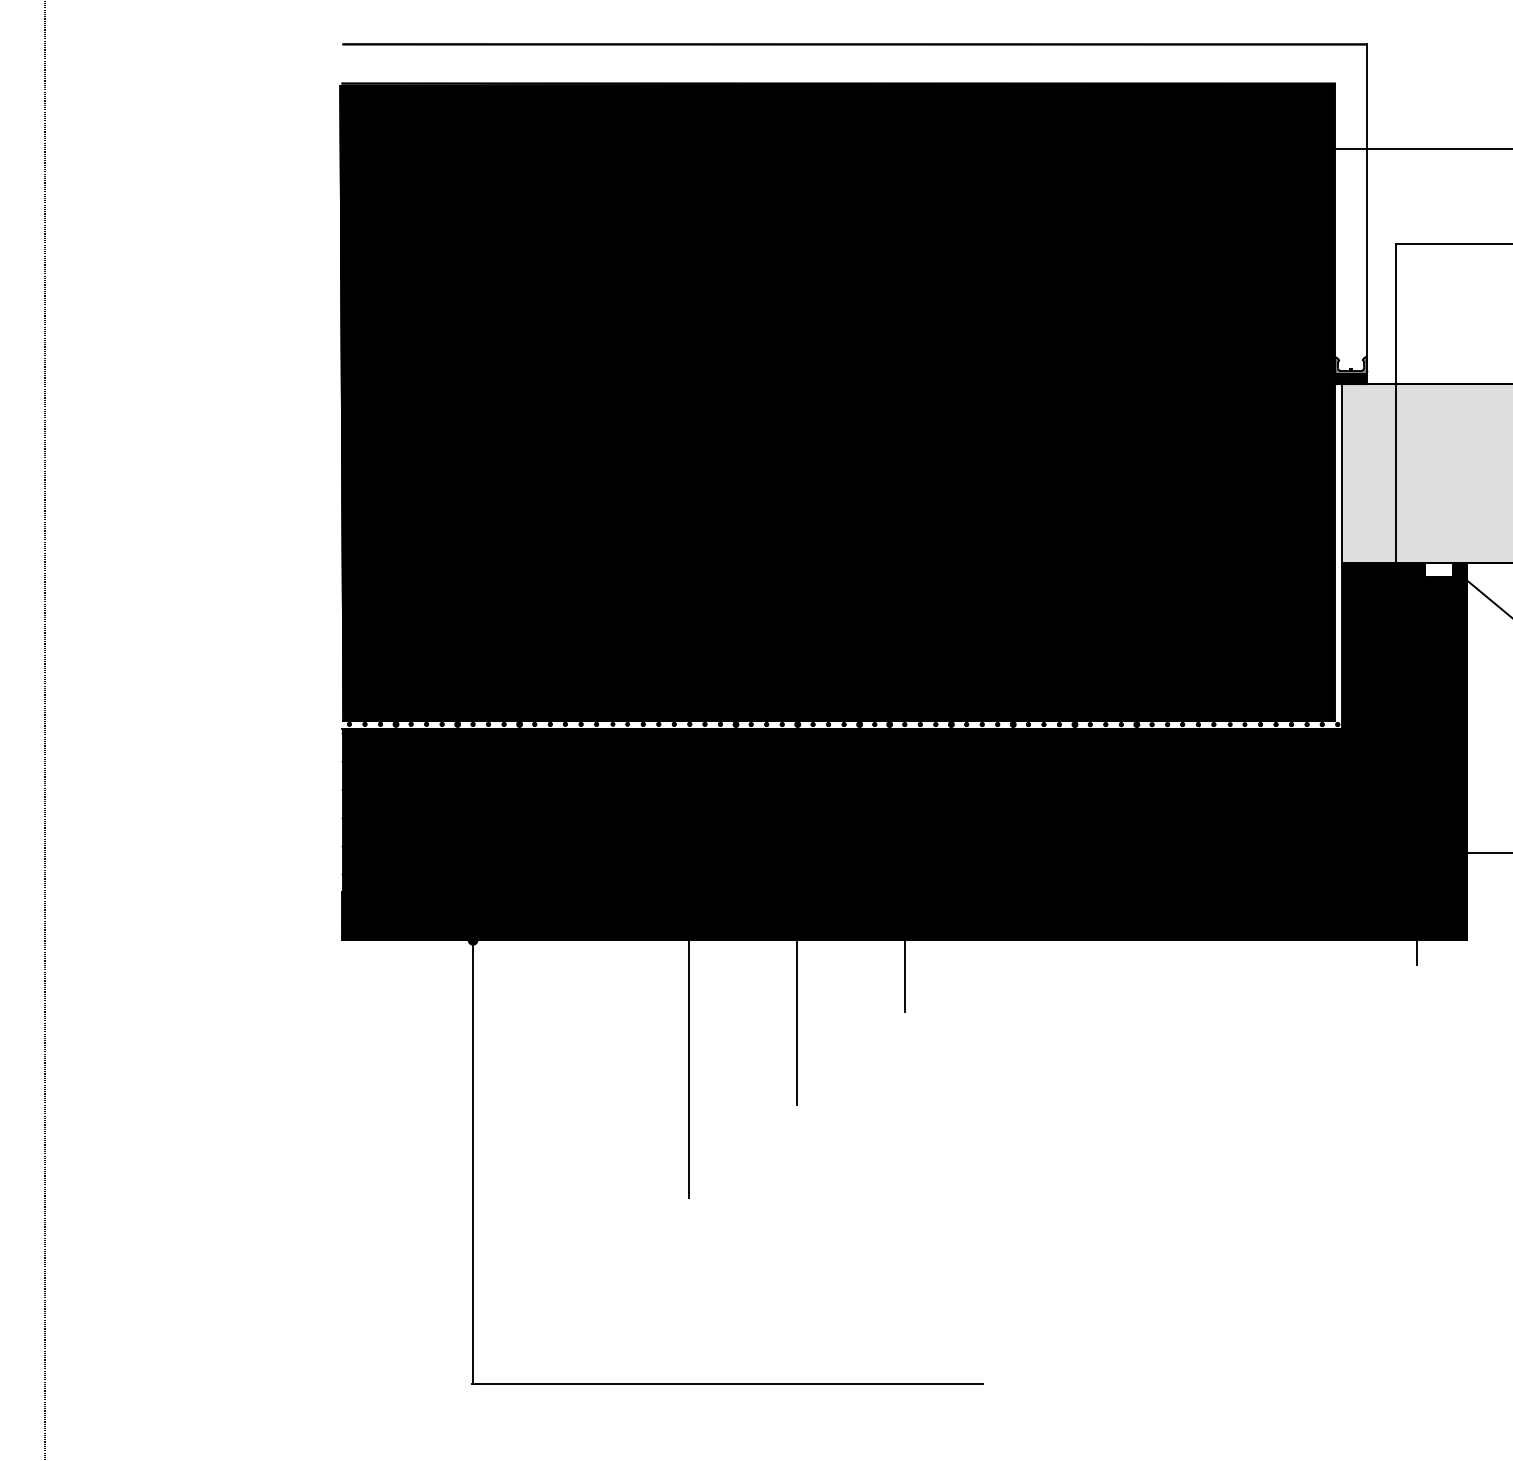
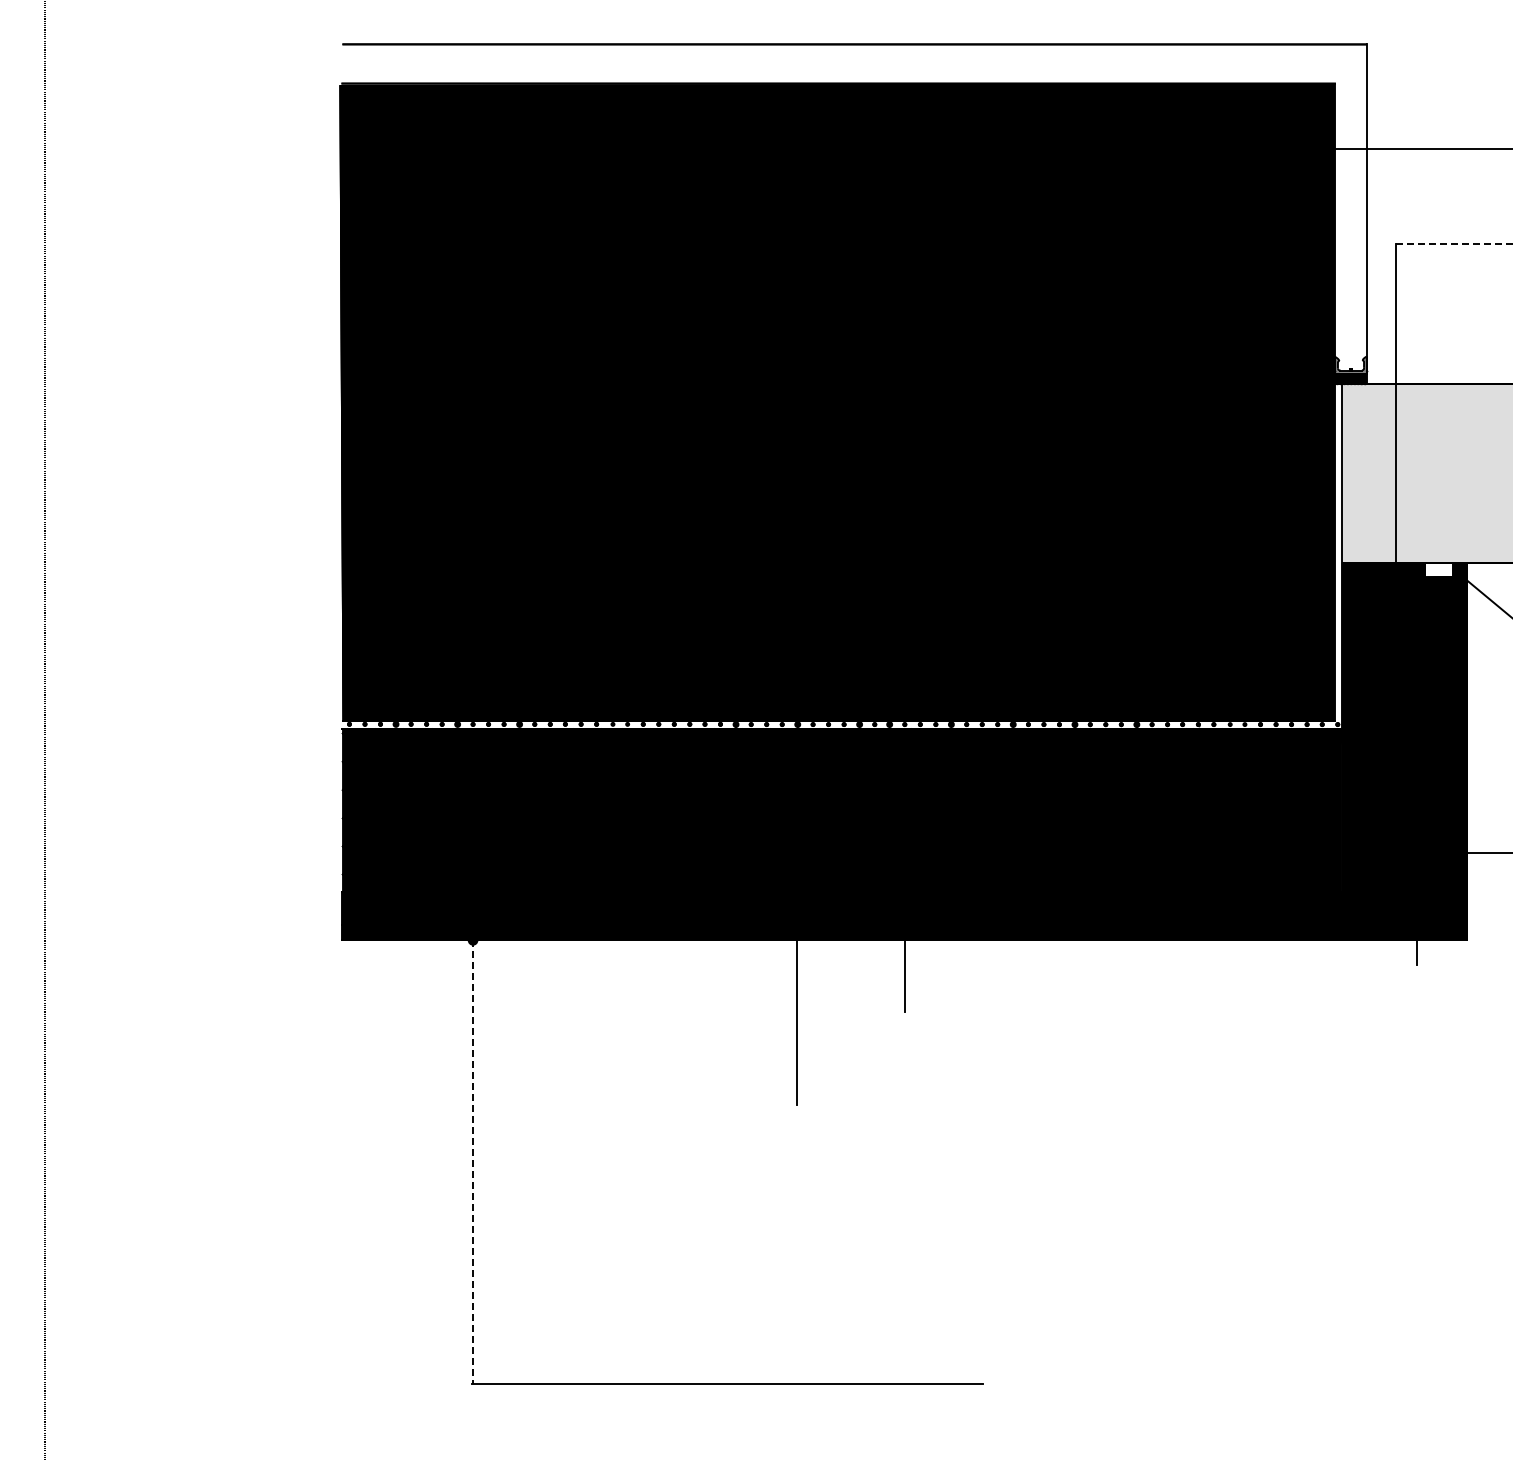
line at (1454, 243): solid -> dashed
line at (688, 1054): present -> none
line at (472, 1162): solid -> dashed
